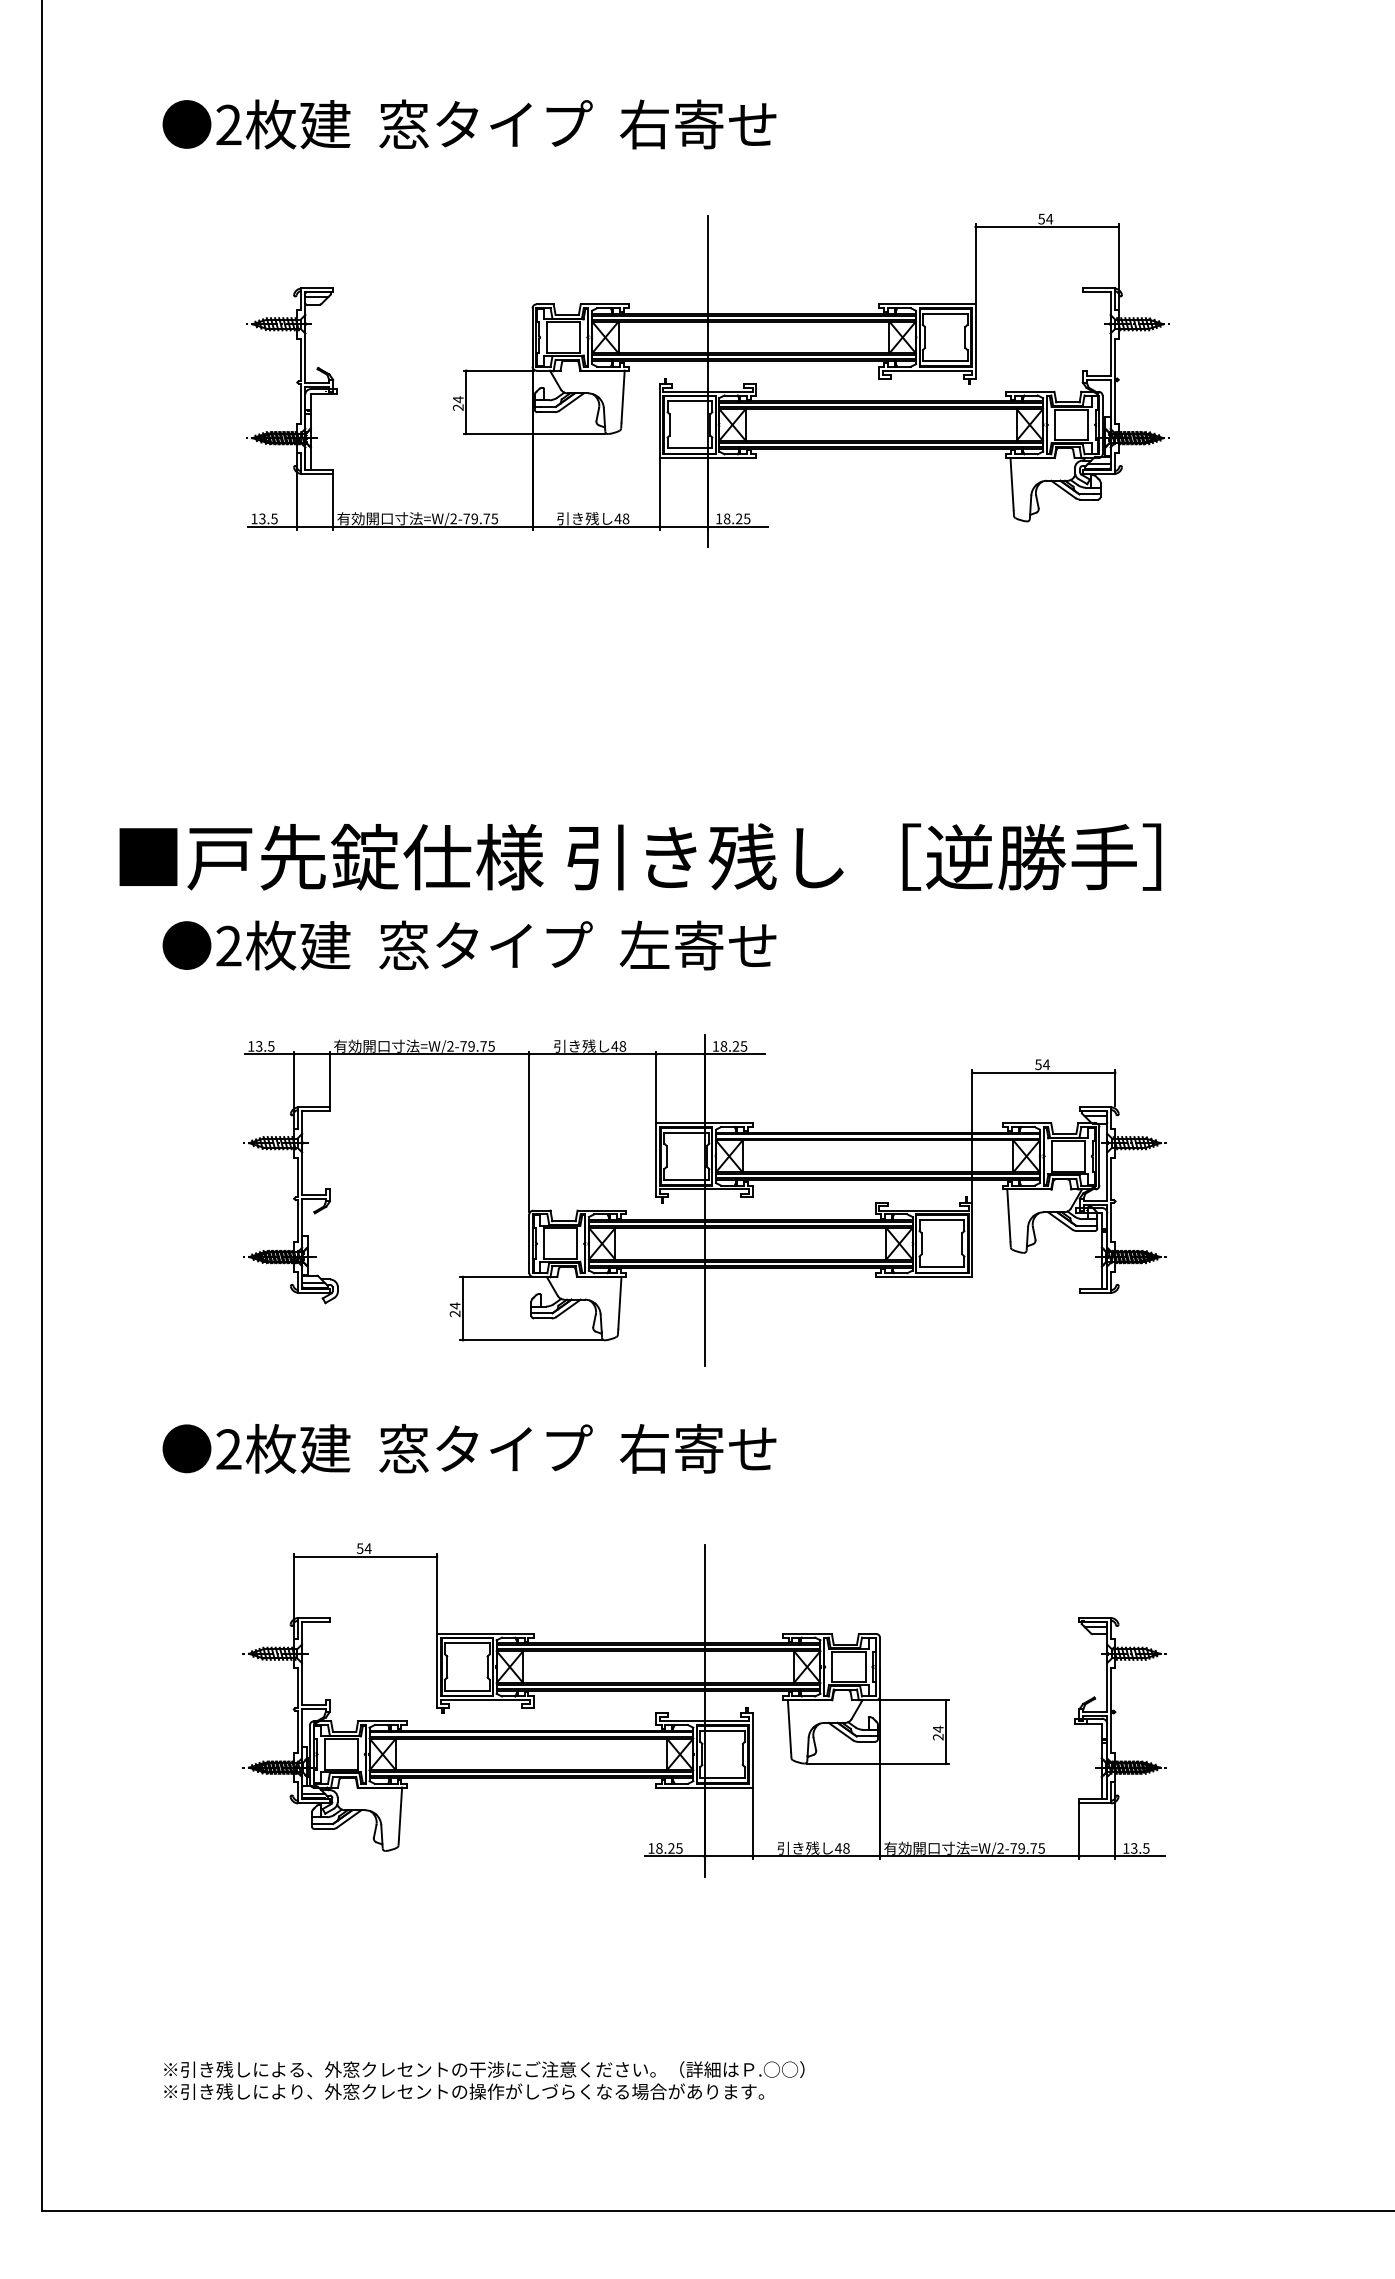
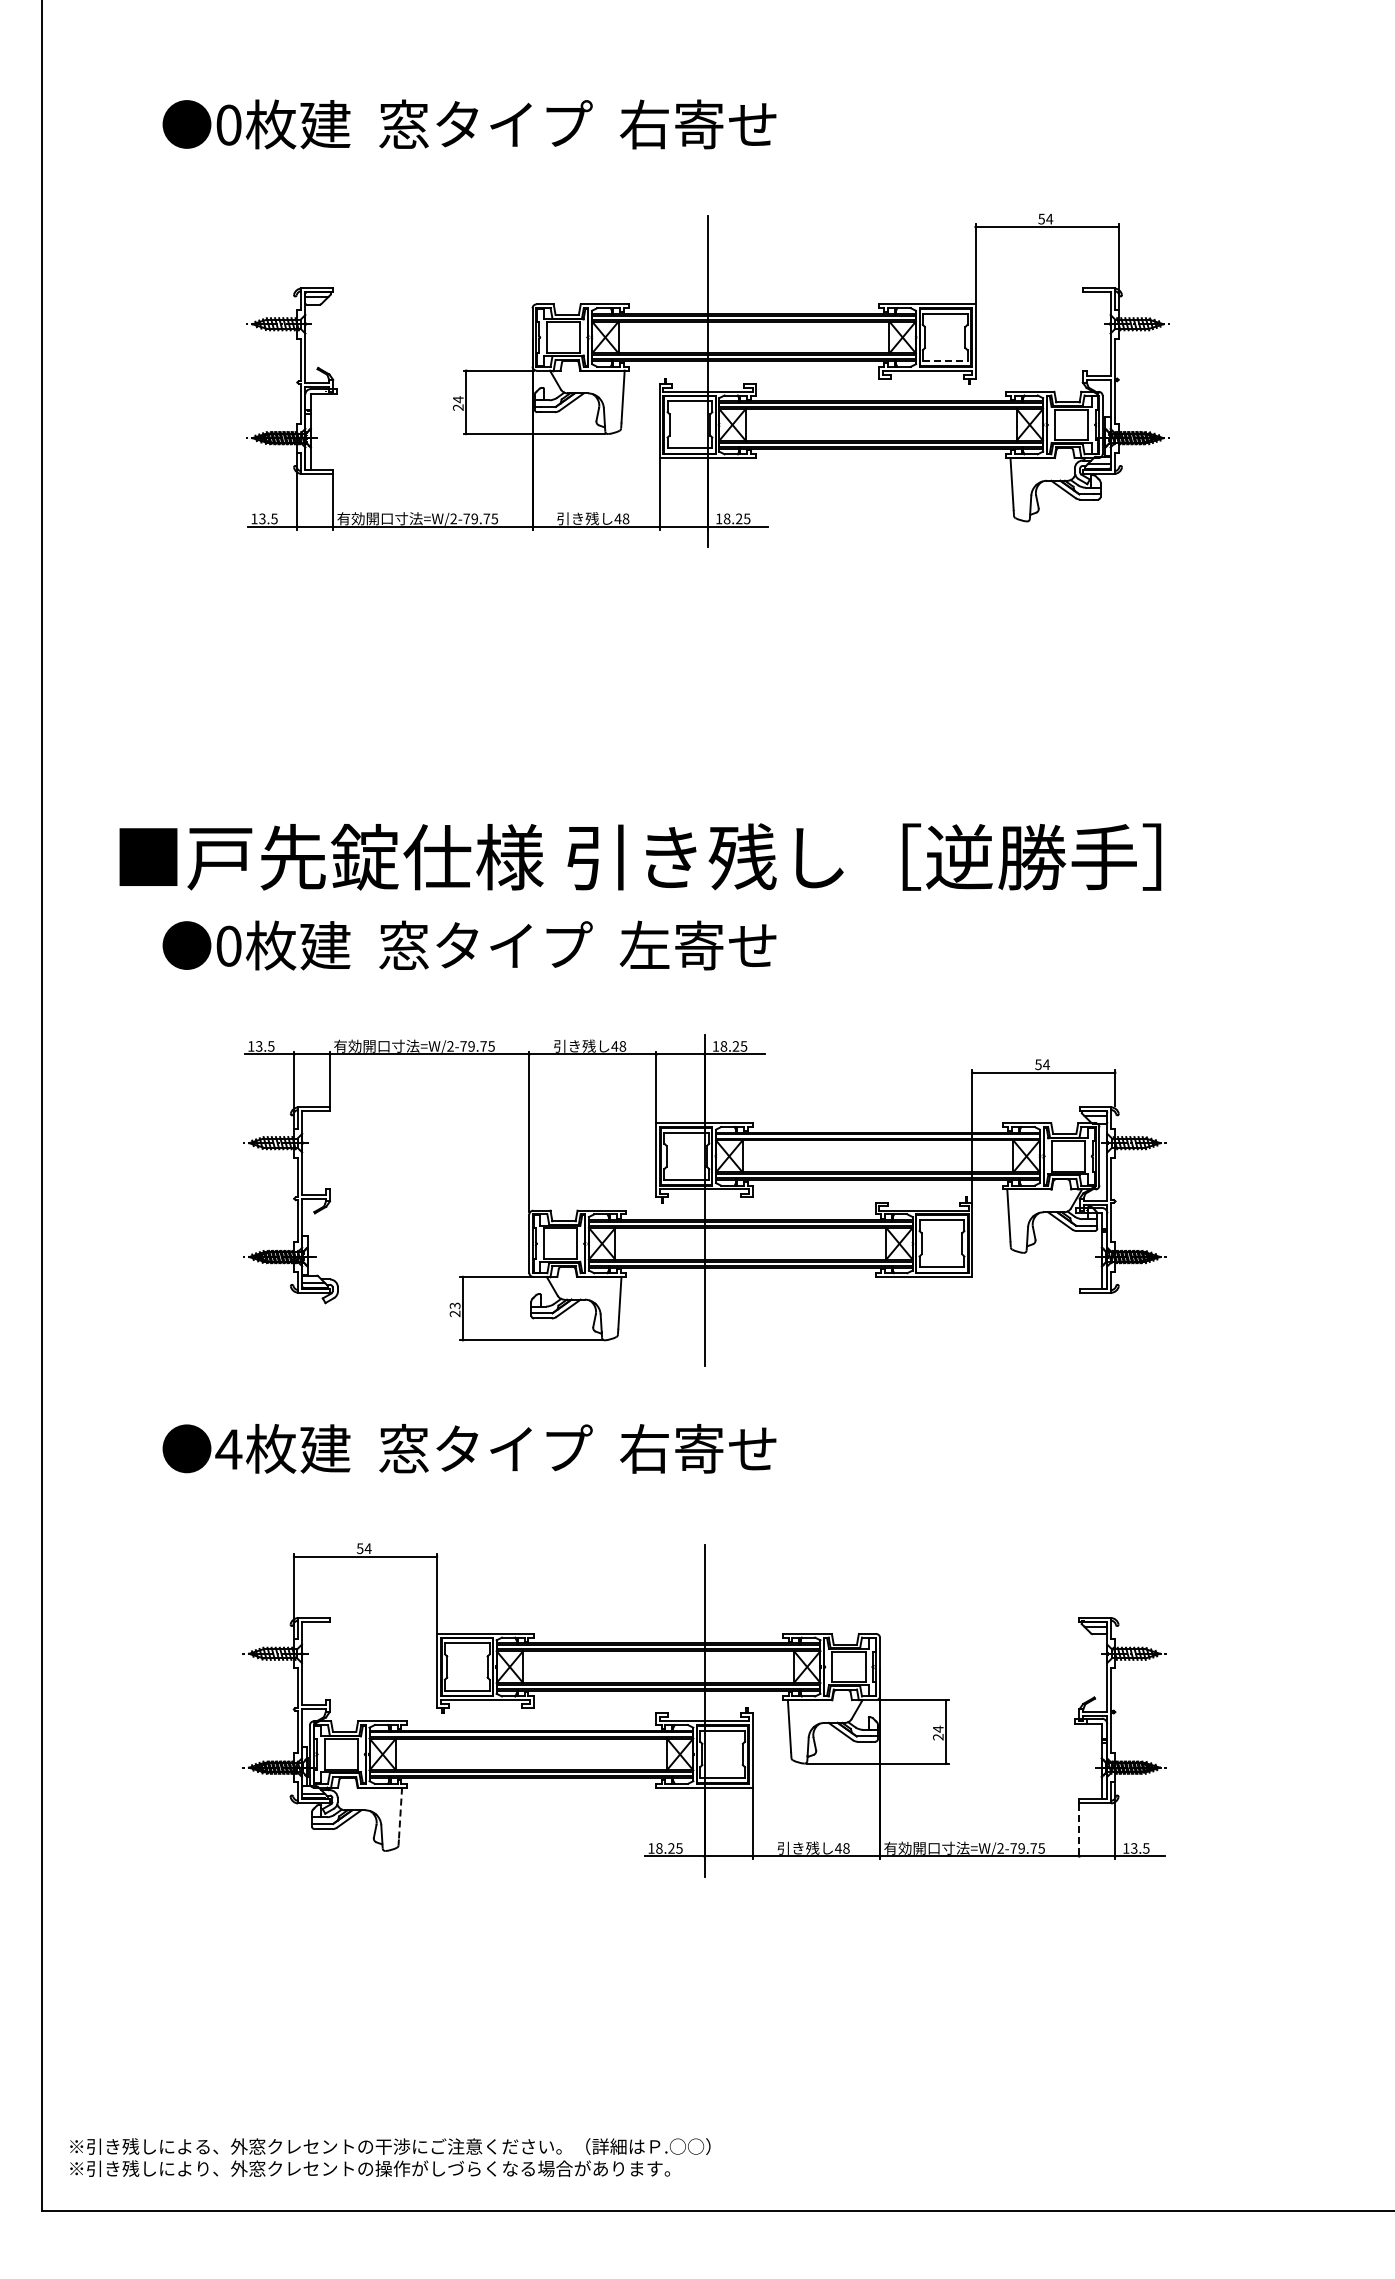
text at (228, 124): 2 -> 0
line at (945, 361): solid -> dashed
text at (228, 945): 2 -> 0
text at (454, 1305): 24 -> 23
text at (228, 1449): 2 -> 4
line at (400, 1813): solid -> dashed
line at (1079, 1832): solid -> dashed
text at (484, 2080) position: (484, 2080) -> (390, 2157)
